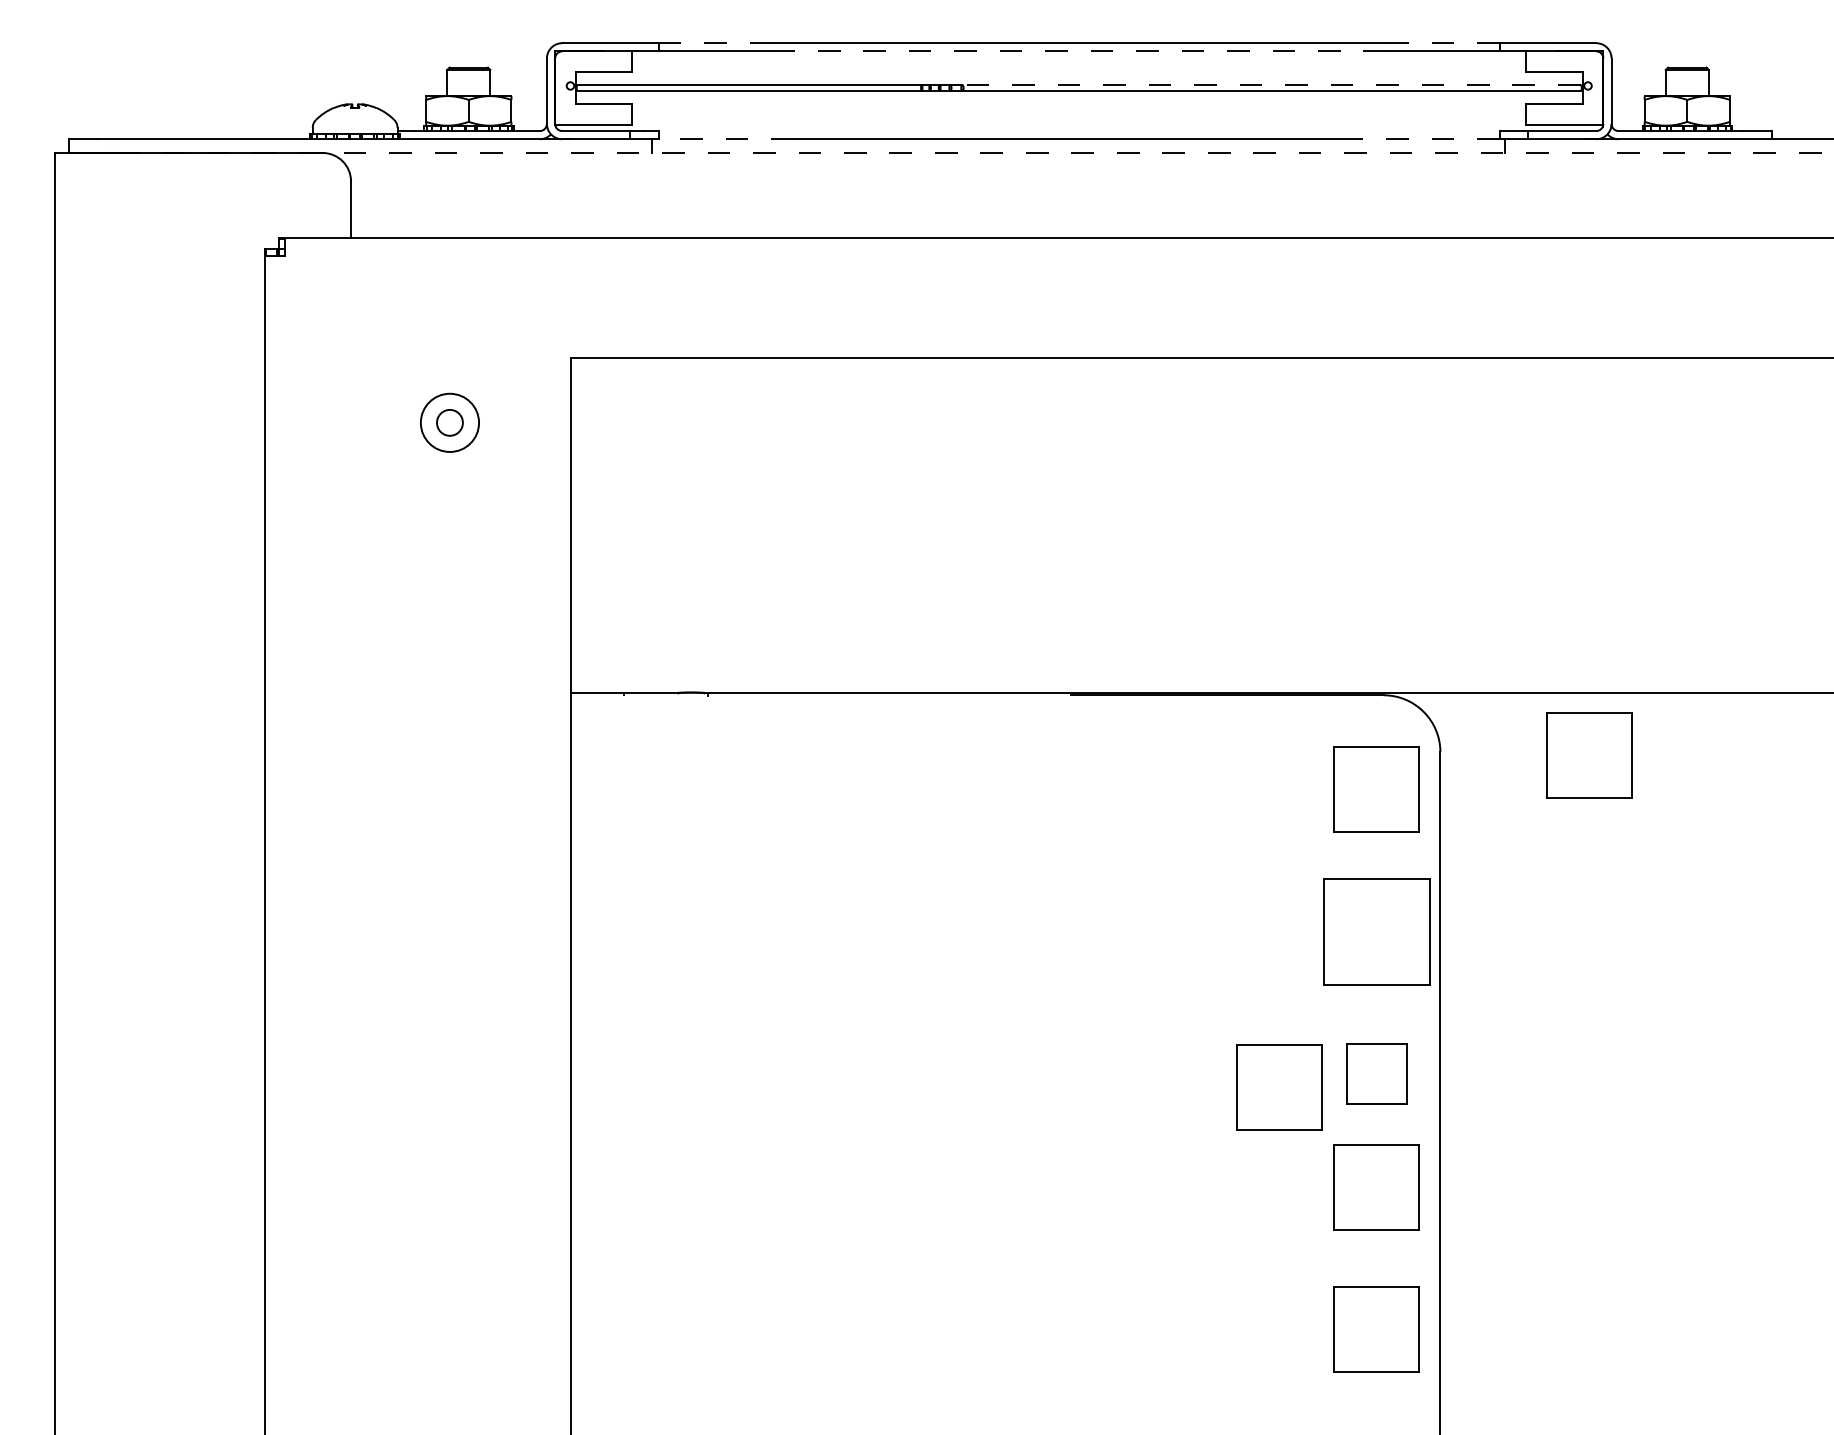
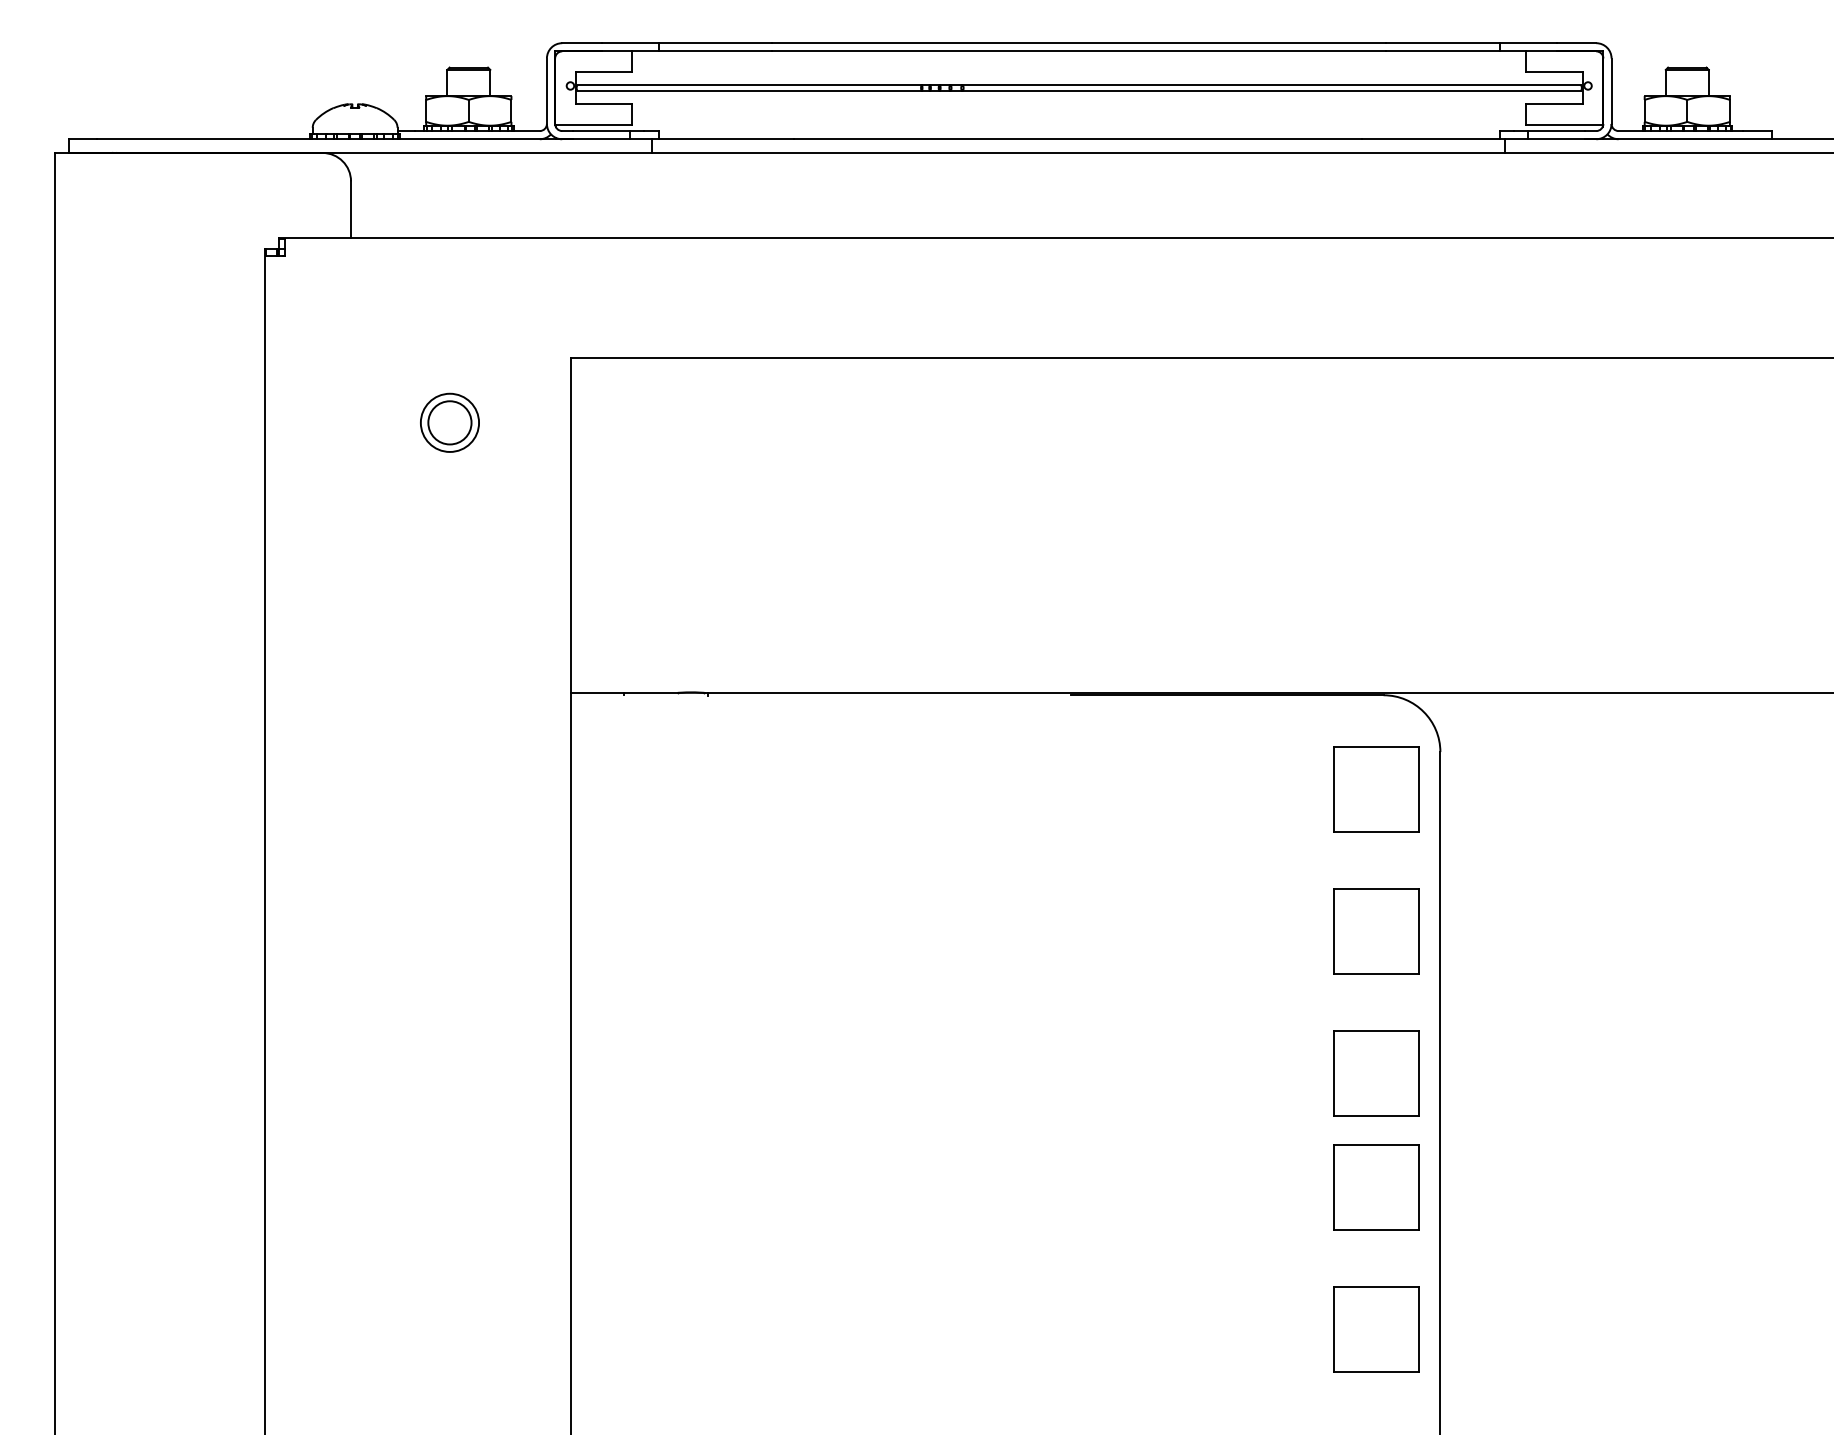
line at (715, 43): dashed -> solid
line at (1443, 43): dashed -> solid
line at (1079, 51): dashed -> solid
line at (1271, 85): dashed -> solid
line at (726, 139): dashed -> solid
line at (1431, 139): dashed -> solid
line at (975, 152): dashed -> solid
circle at (449, 422) diameter: 26 px -> 43 px
part at (1589, 755): present -> none
part at (1376, 931) size: 108x108 px -> 87x87 px
part at (1376, 1073) size: 62x62 px -> 87x87 px
part at (1279, 1087): present -> none
